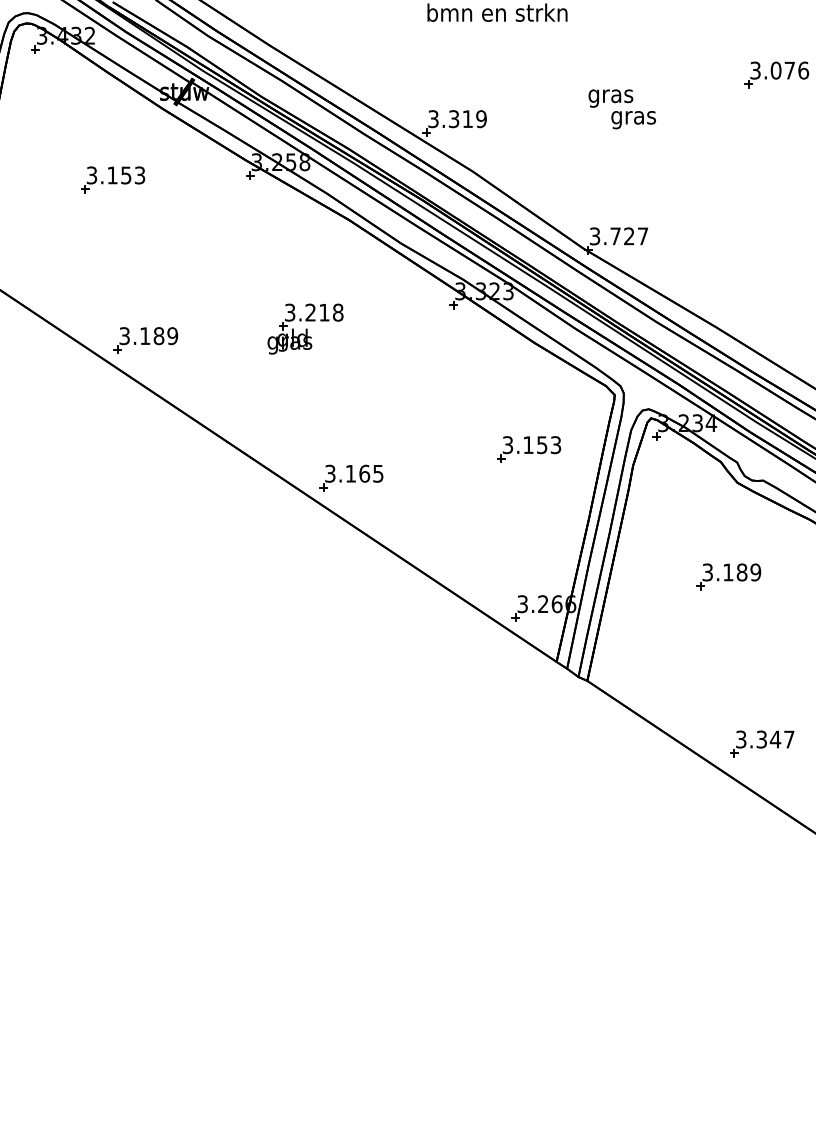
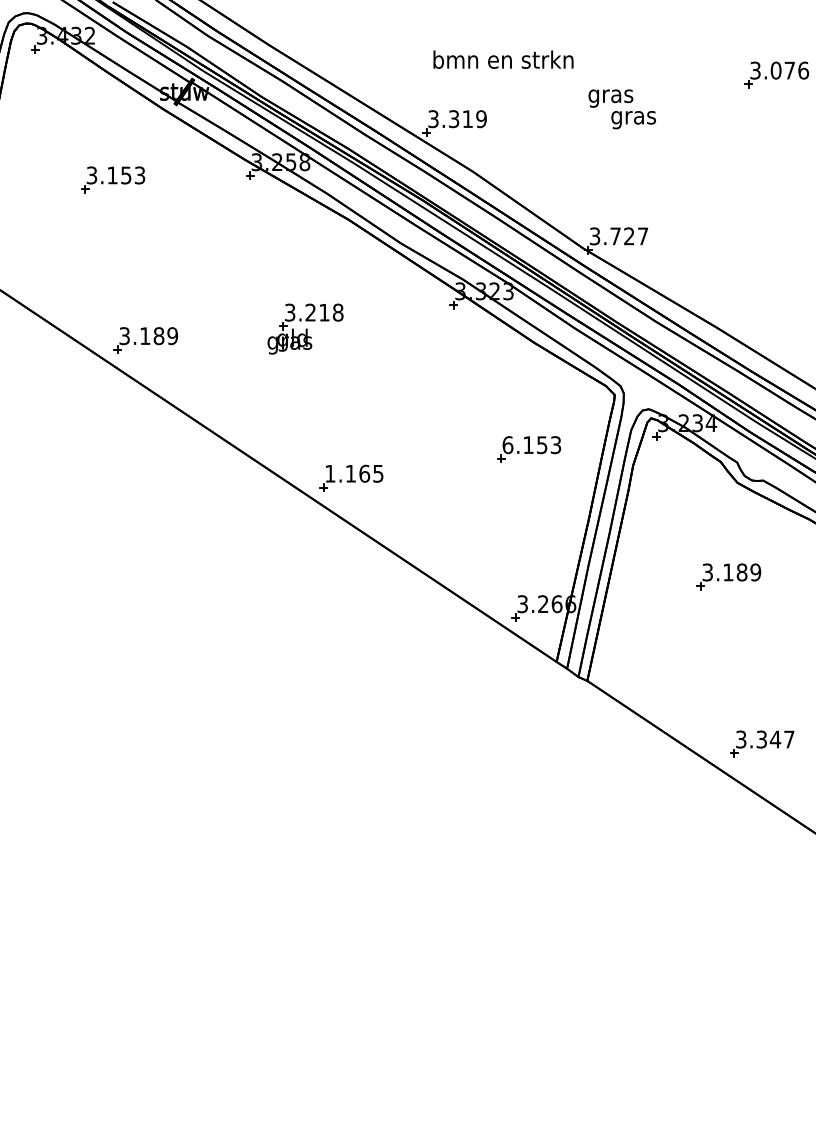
text at (497, 12) position: (497, 12) -> (503, 59)
text at (507, 445): 3.153 -> 6.153
text at (330, 473): 3.165 -> 1.165
